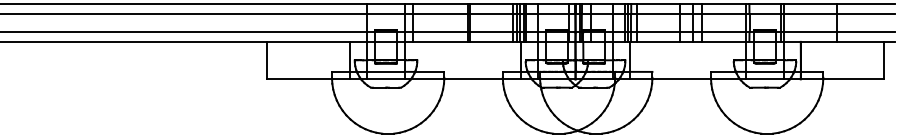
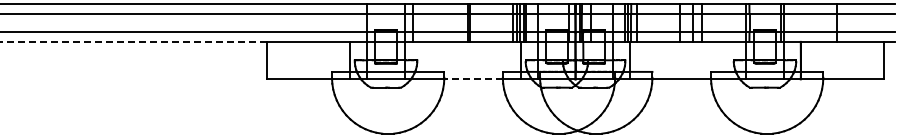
line at (133, 41): solid -> dashed
line at (473, 79): solid -> dashed
